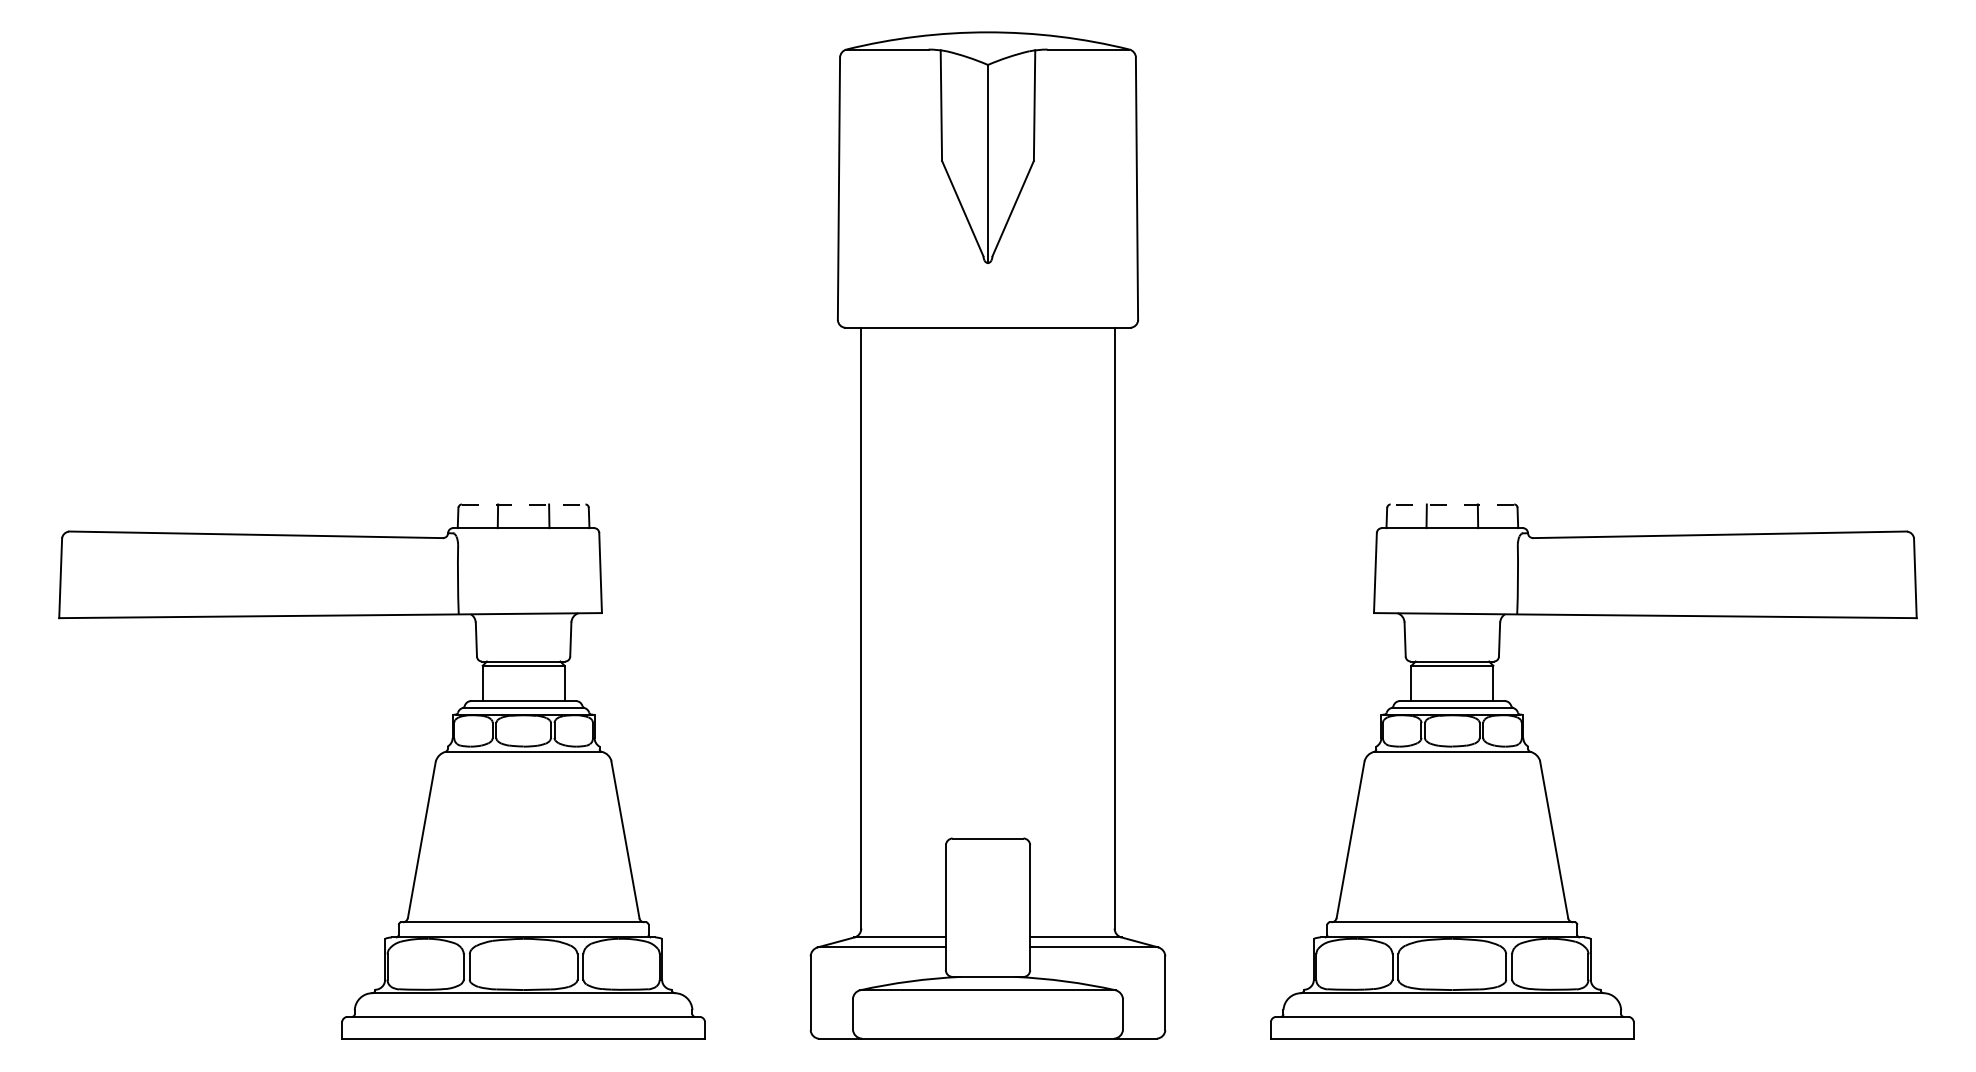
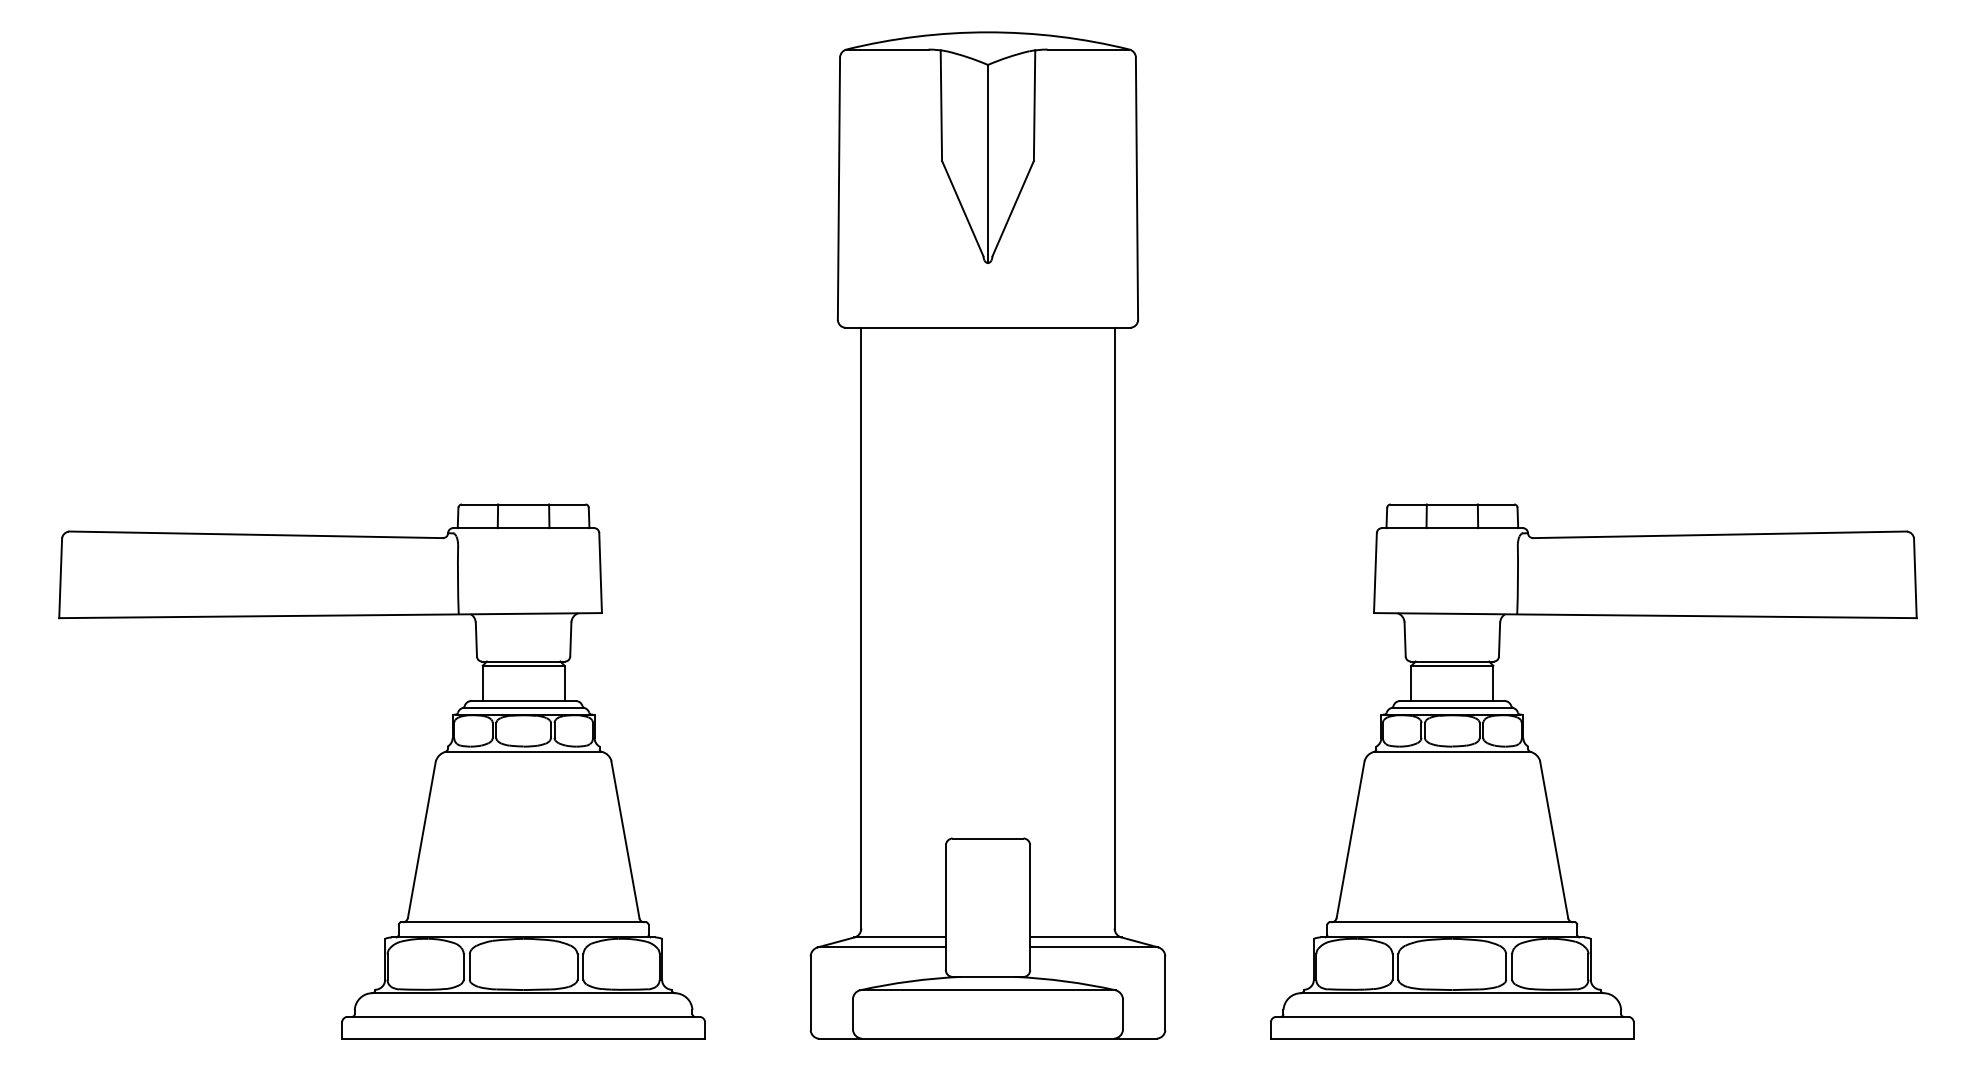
line at (523, 504): dashed -> solid
line at (1452, 504): dashed -> solid
